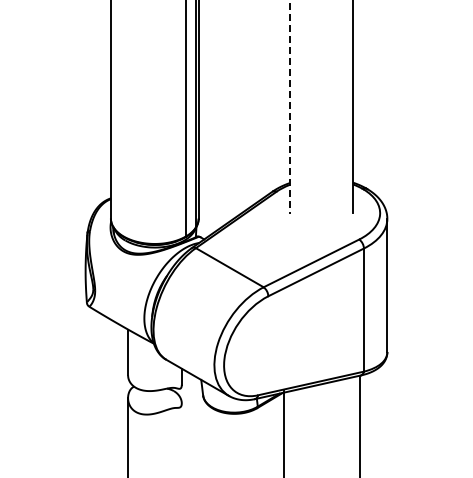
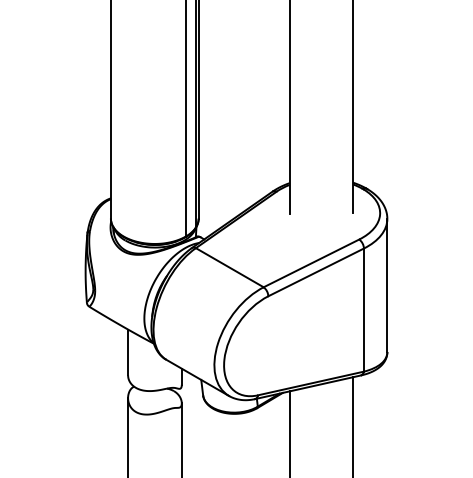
line at (289, 106): dashed -> solid
line at (360, 425) position: (360, 425) -> (353, 425)
line at (283, 432) position: (283, 432) -> (289, 432)
line at (181, 438): none -> present
